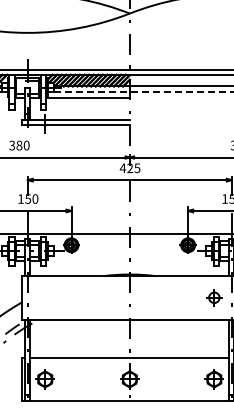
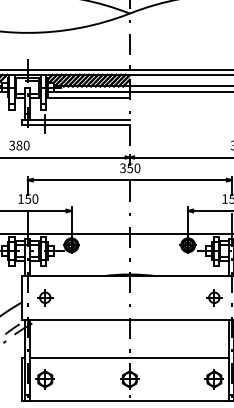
line at (143, 92): dashed -> solid
text at (129, 168): 425 -> 350
part at (45, 297): none -> present
